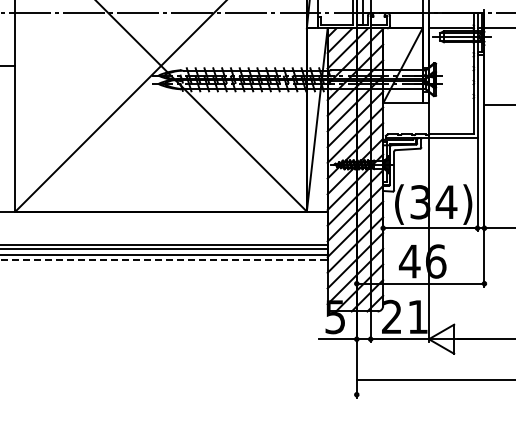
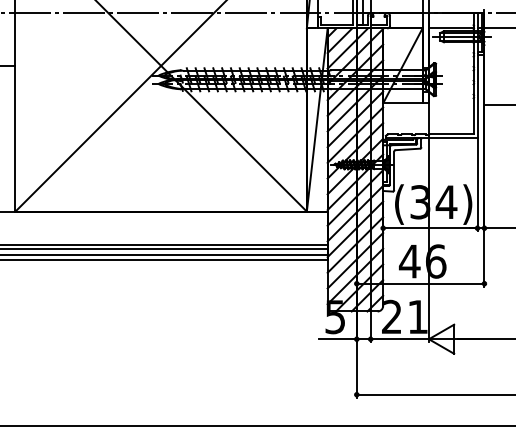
line at (164, 260): dashed -> solid
line at (434, 379) position: (434, 379) -> (434, 394)
line at (257, 425): none -> present
